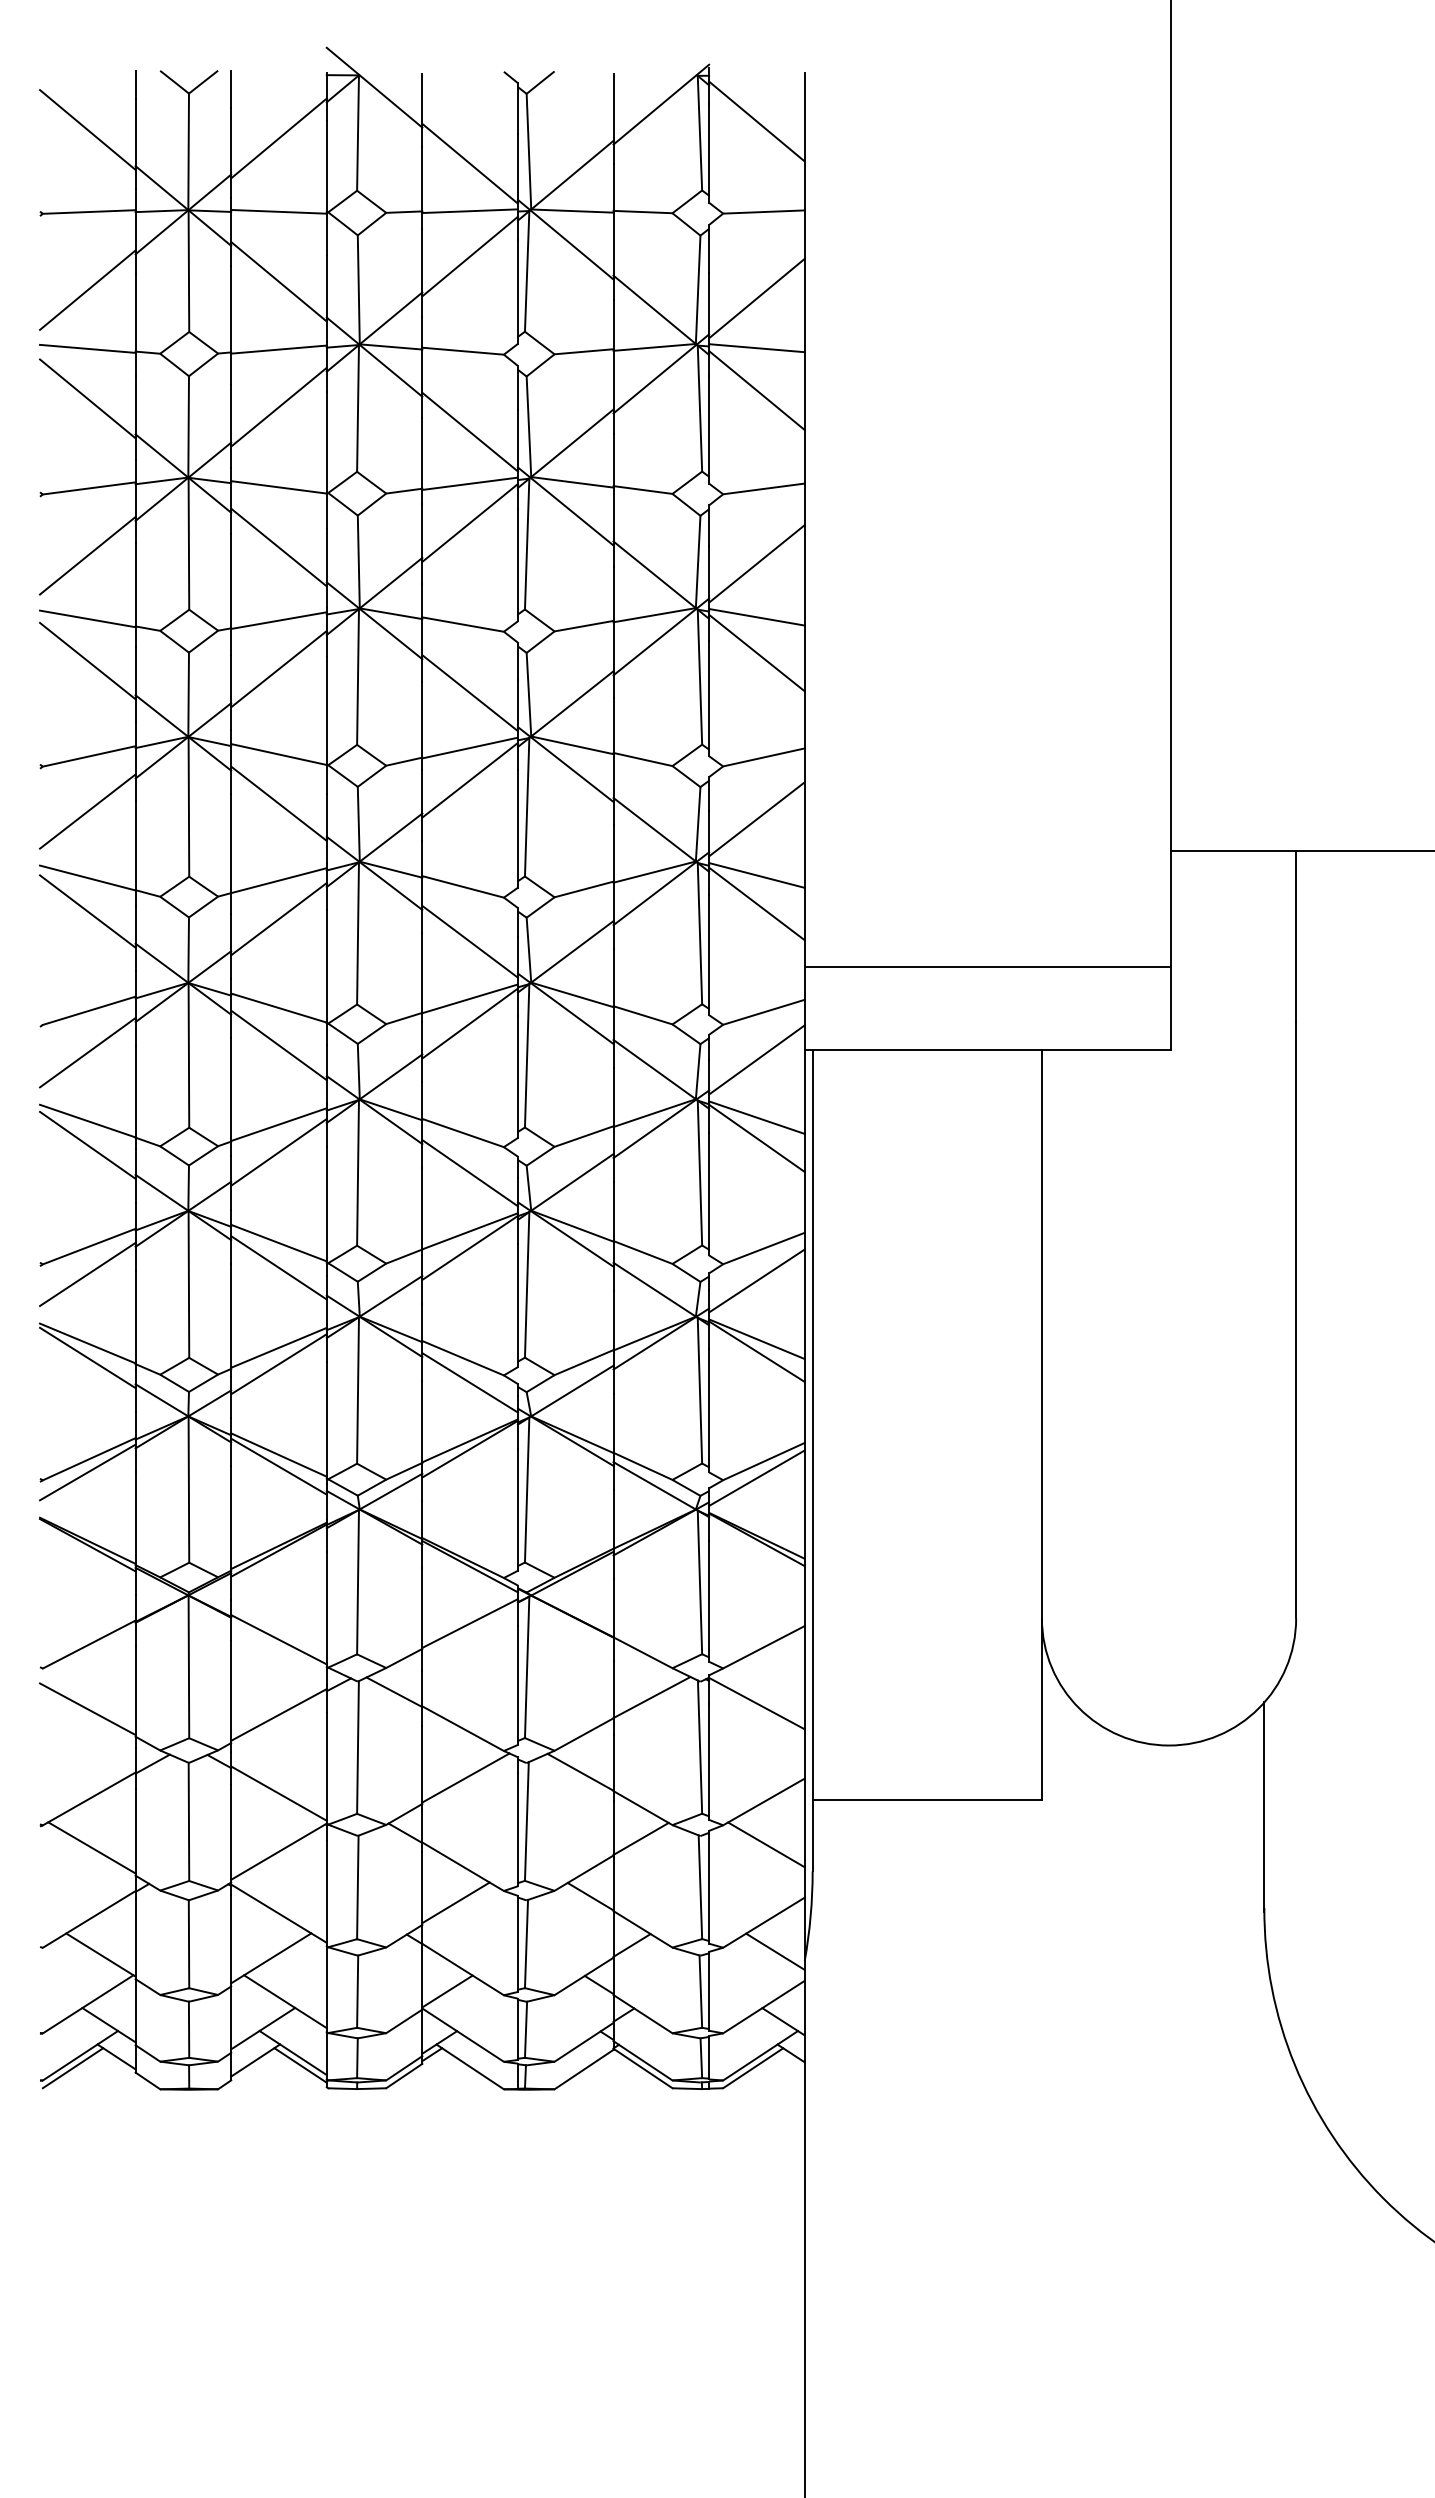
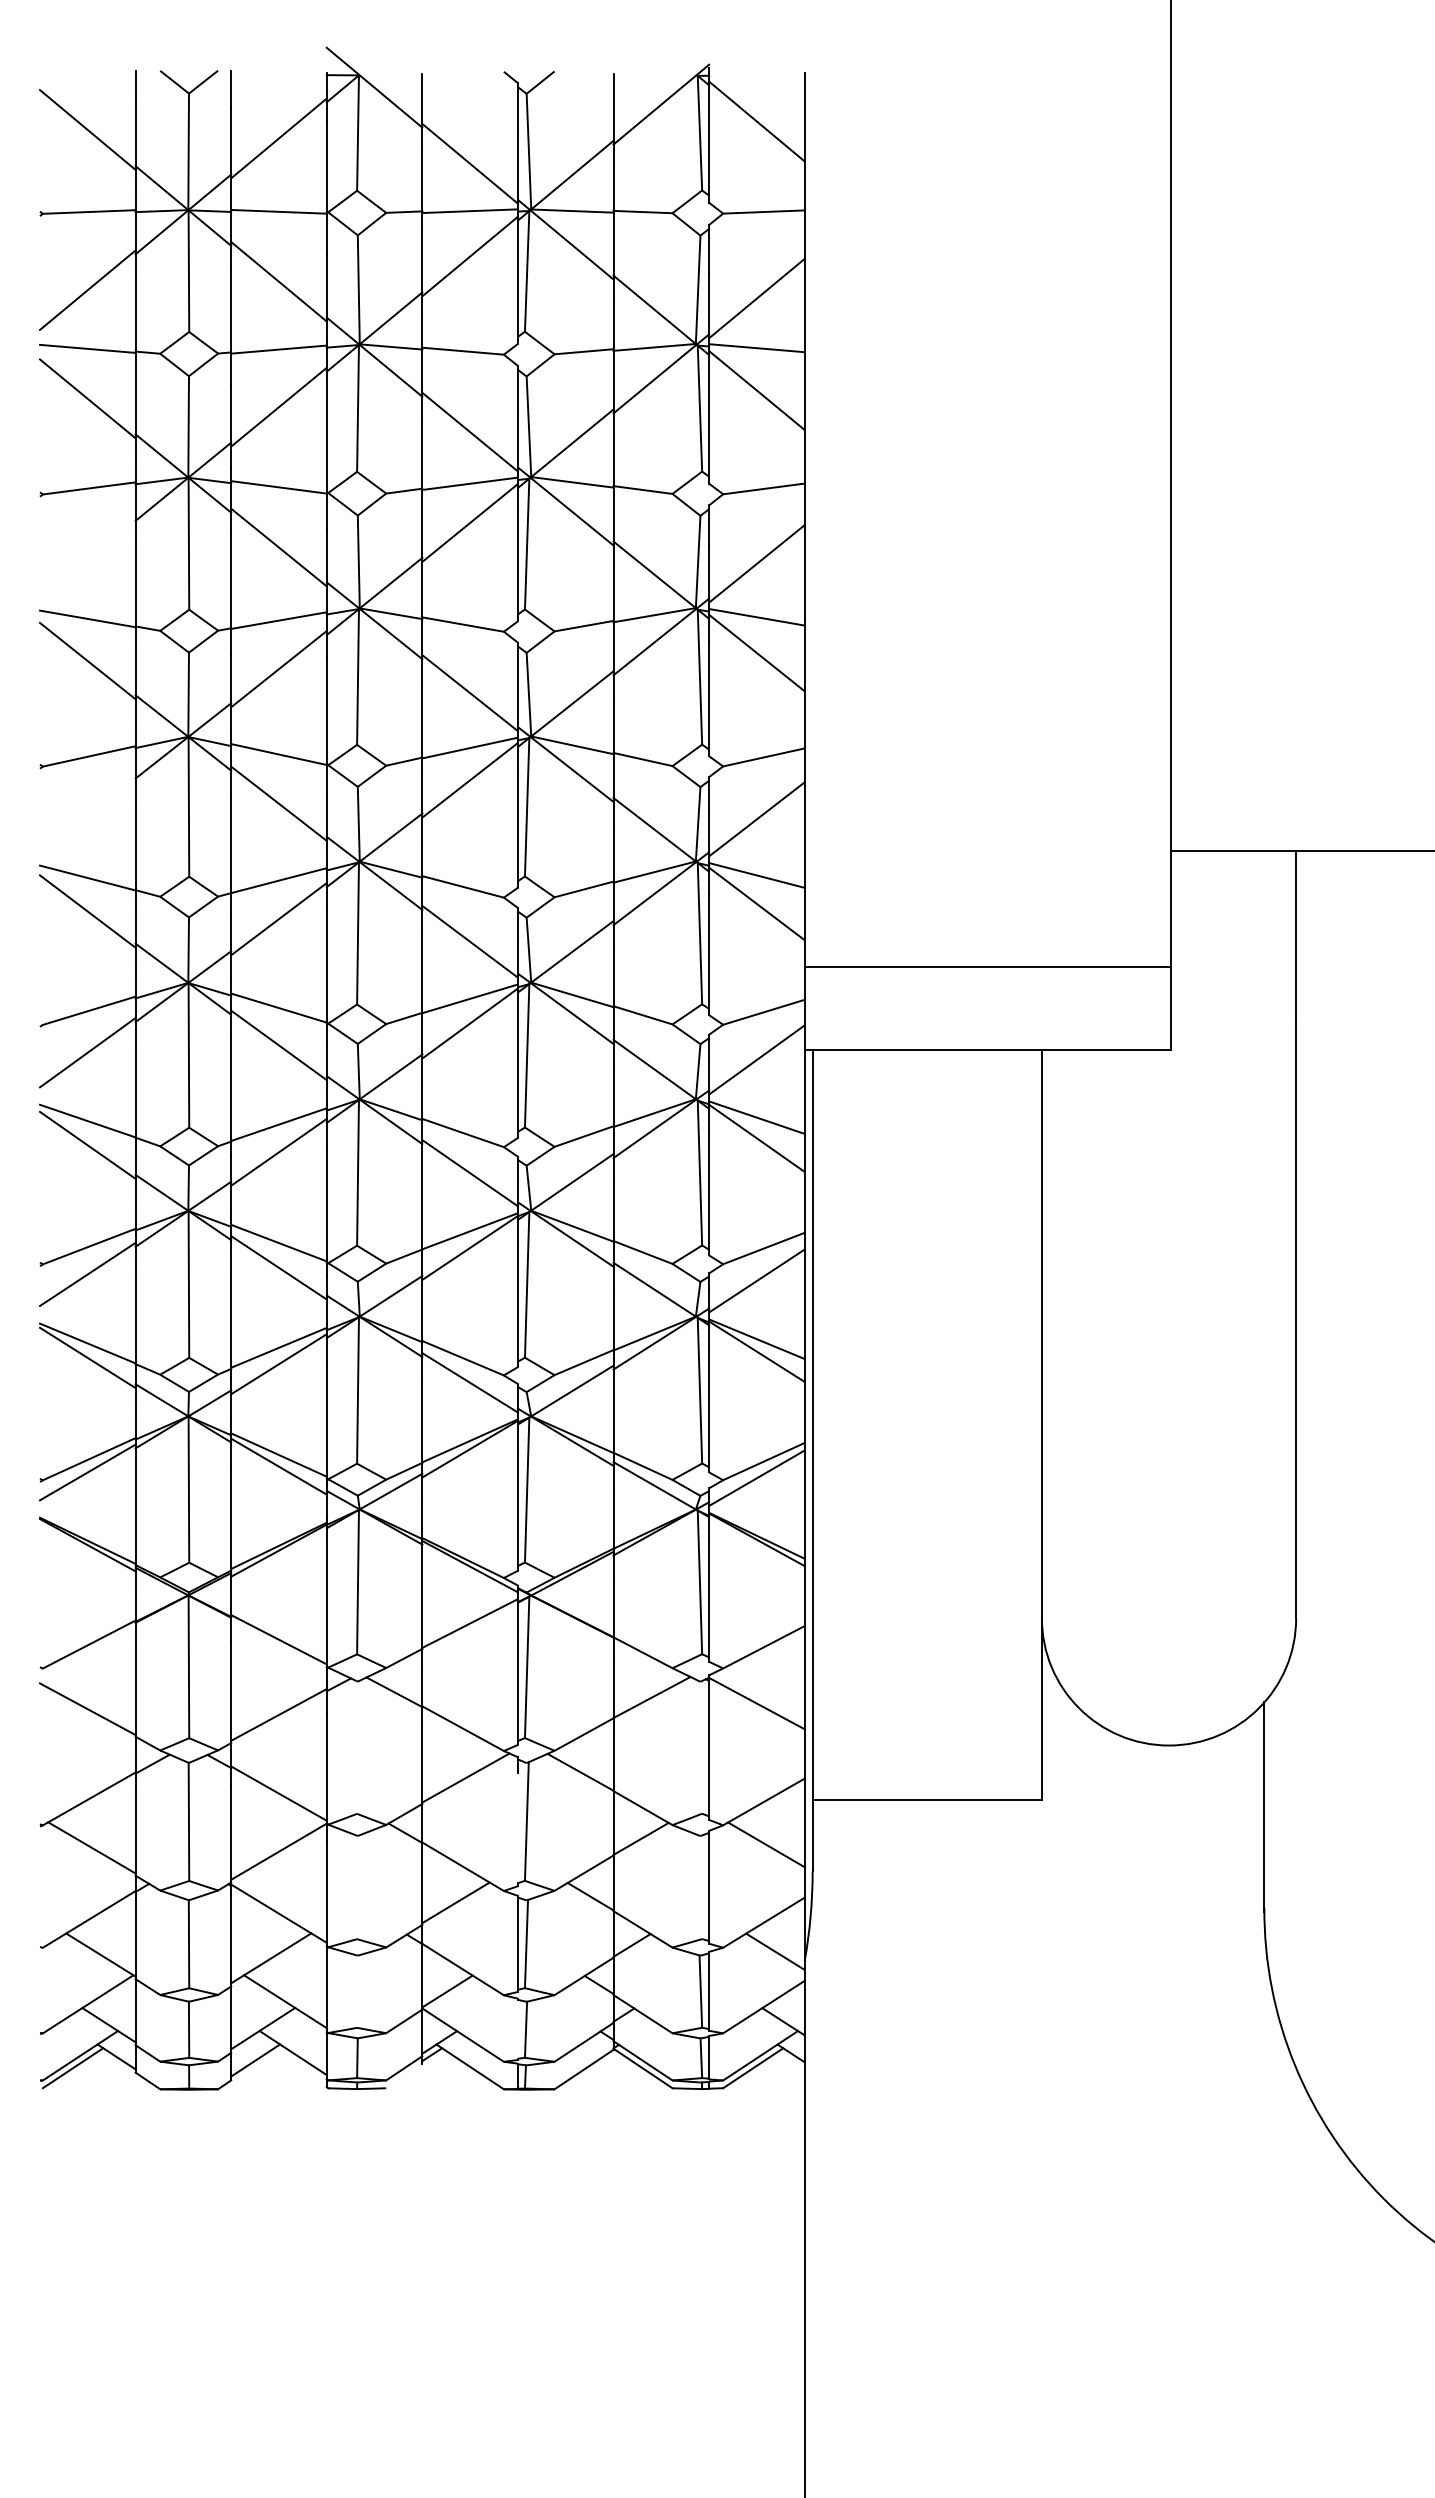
line at (87, 555): present -> none
line at (87, 811): present -> none
line at (699, 1746): present -> none
line at (357, 1747): present -> none
line at (517, 1828): present -> none
line at (357, 1887): present -> none
line at (700, 1887): present -> none
line at (357, 1991): present -> none
line at (517, 2028): present -> none
line at (300, 2065): present -> none
line at (404, 2075): present -> none
